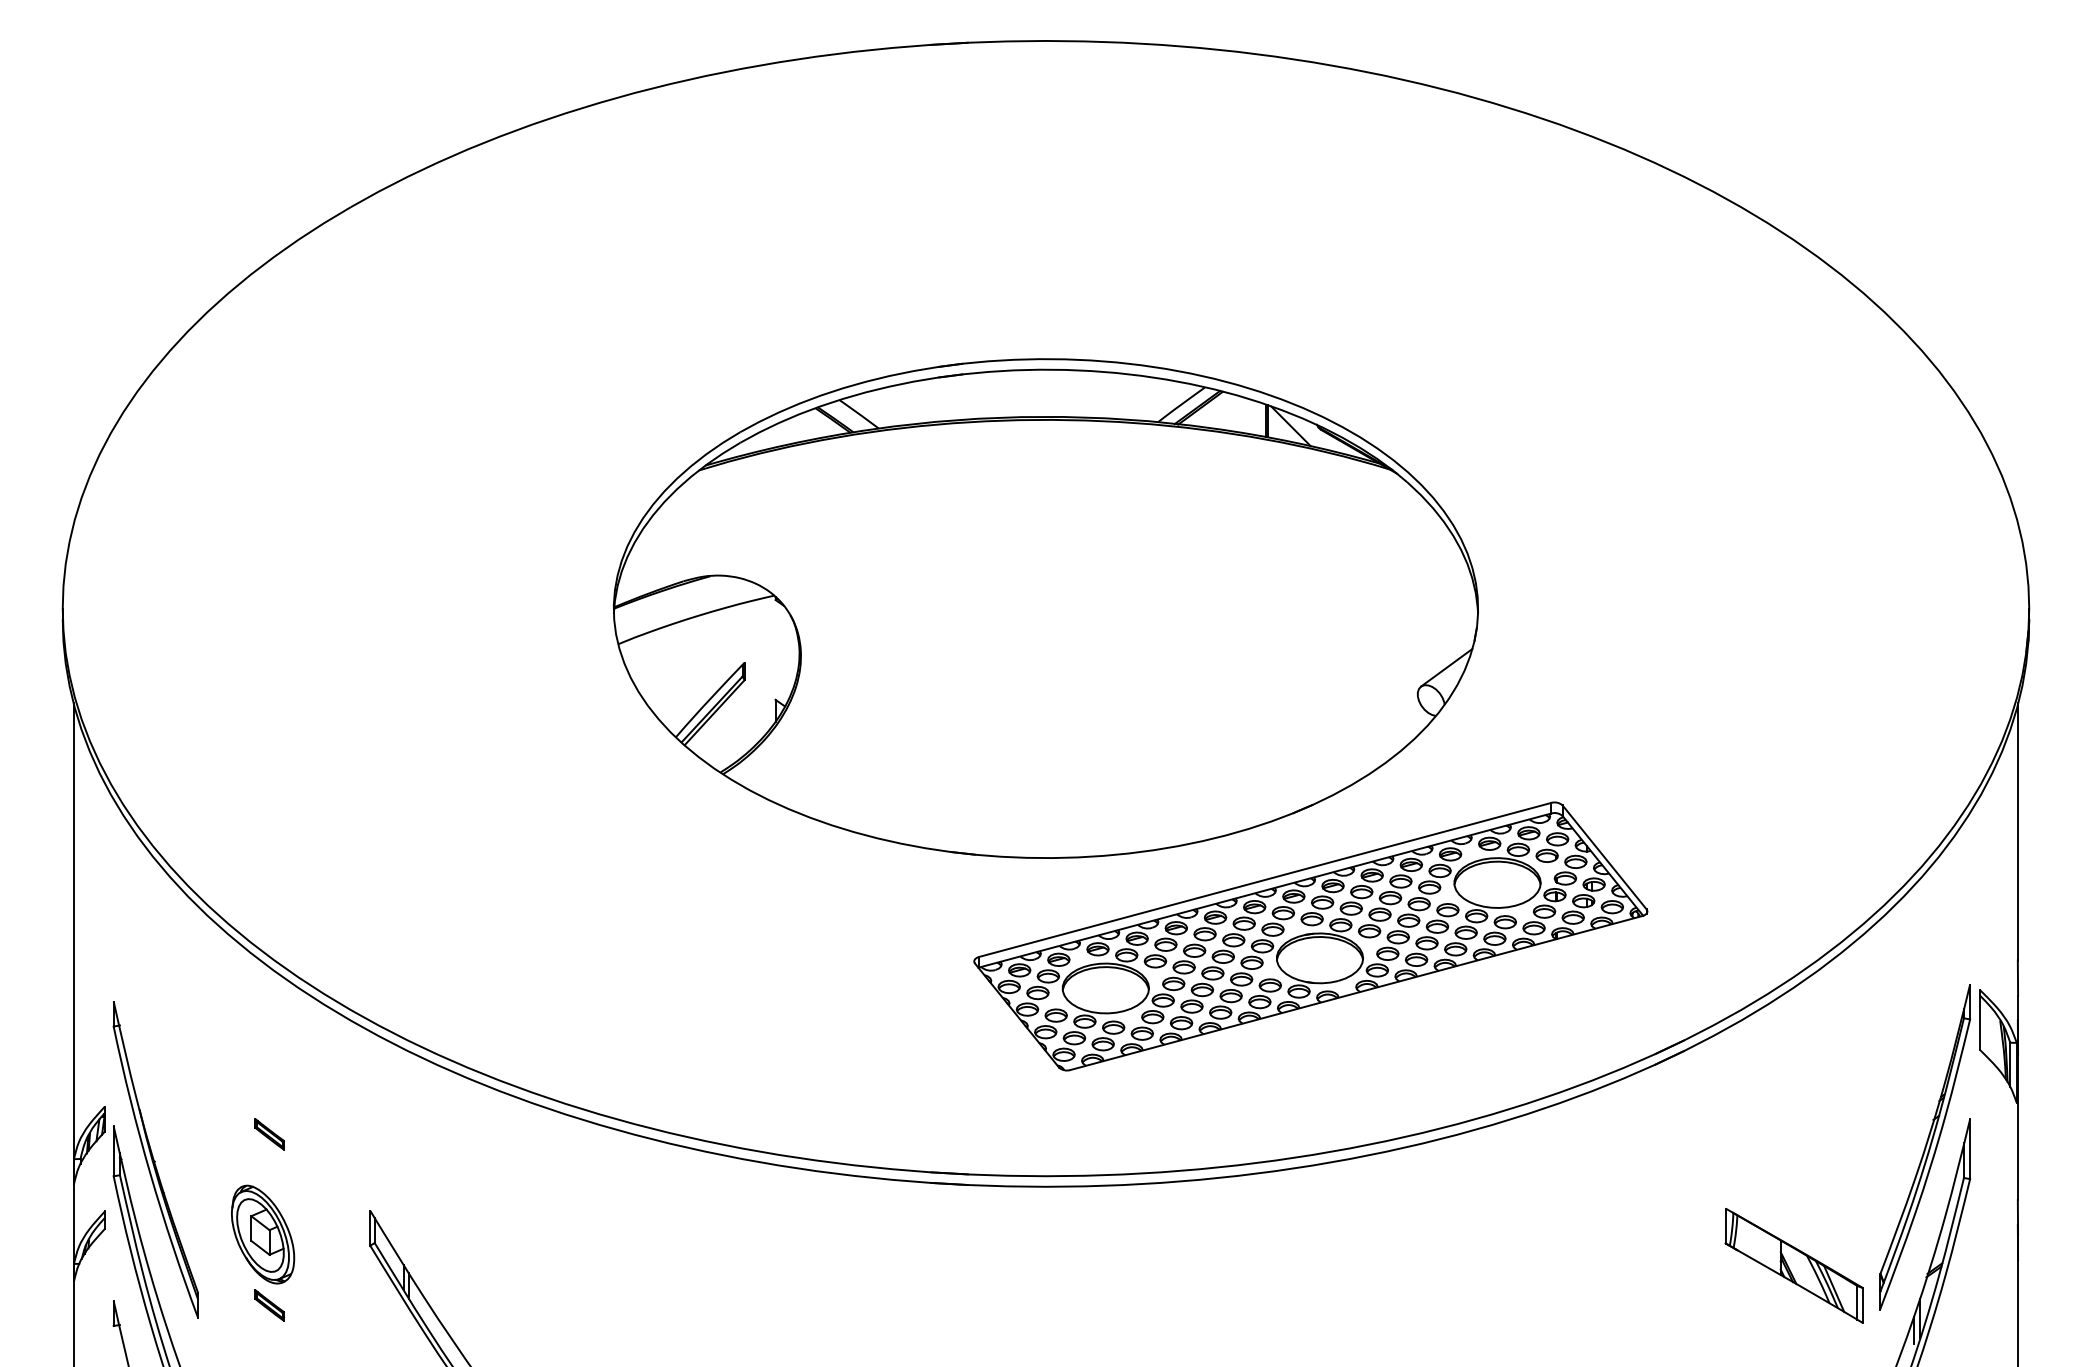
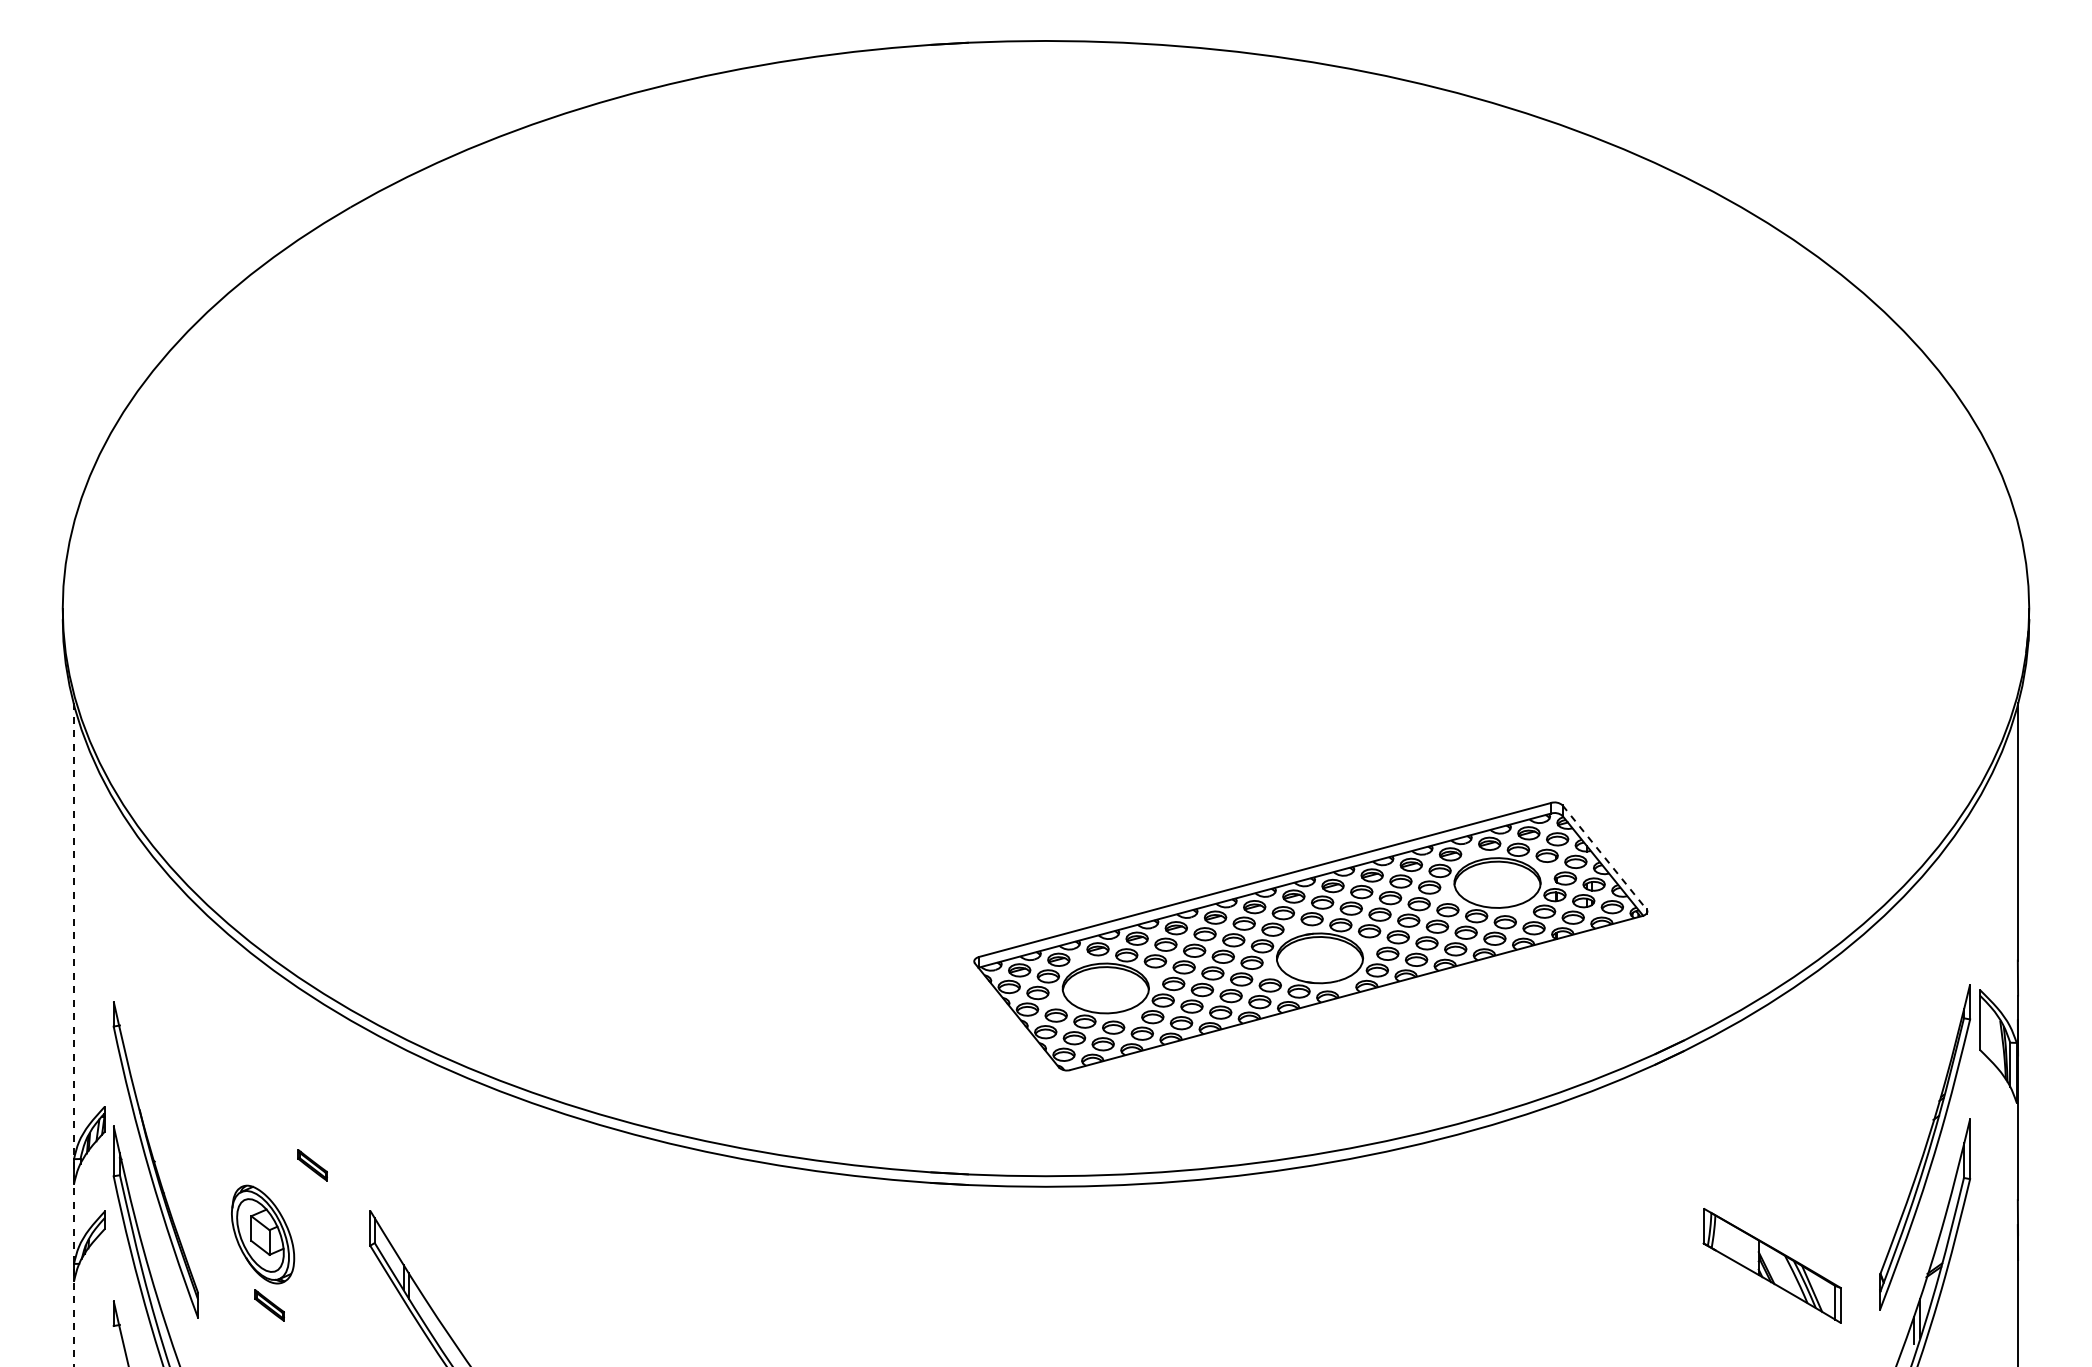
part at (1045, 608): present -> none
line at (1604, 857): solid -> dashed
line at (73, 1034): solid -> dashed
part at (269, 1134) position: (269, 1134) -> (312, 1165)
part at (1793, 1265) position: (1793, 1265) -> (1771, 1265)
